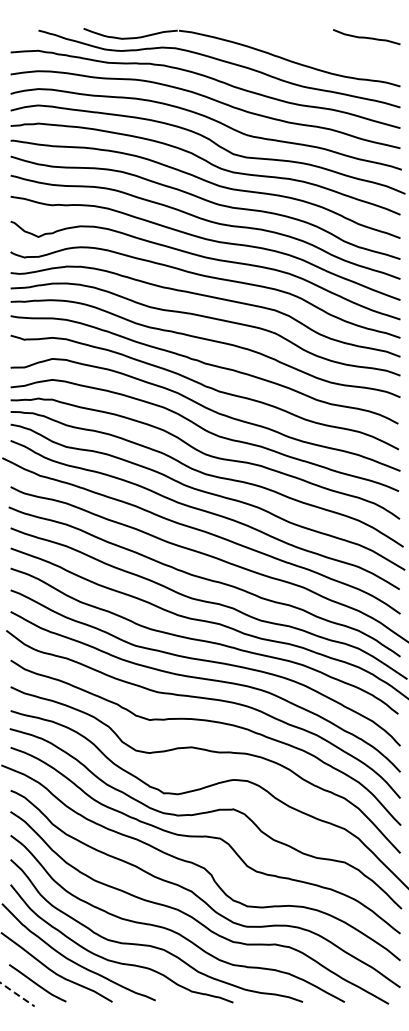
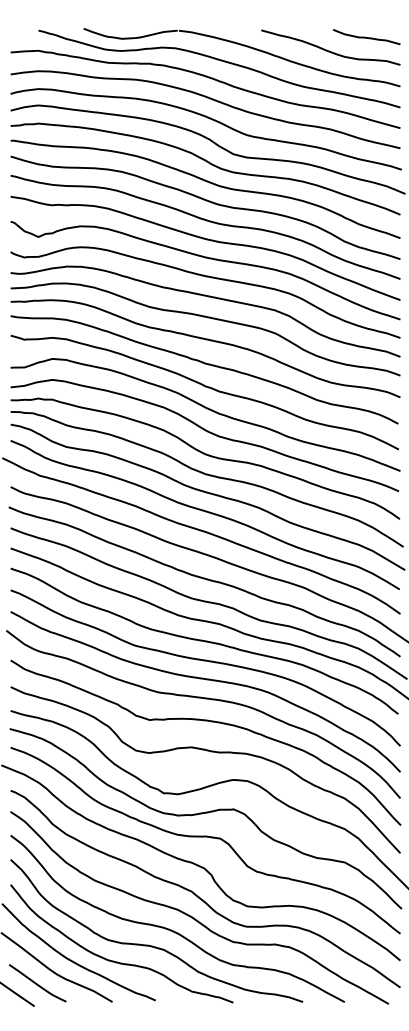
curve at (329, 50): none -> present
line at (17, 994): dashed -> solid
